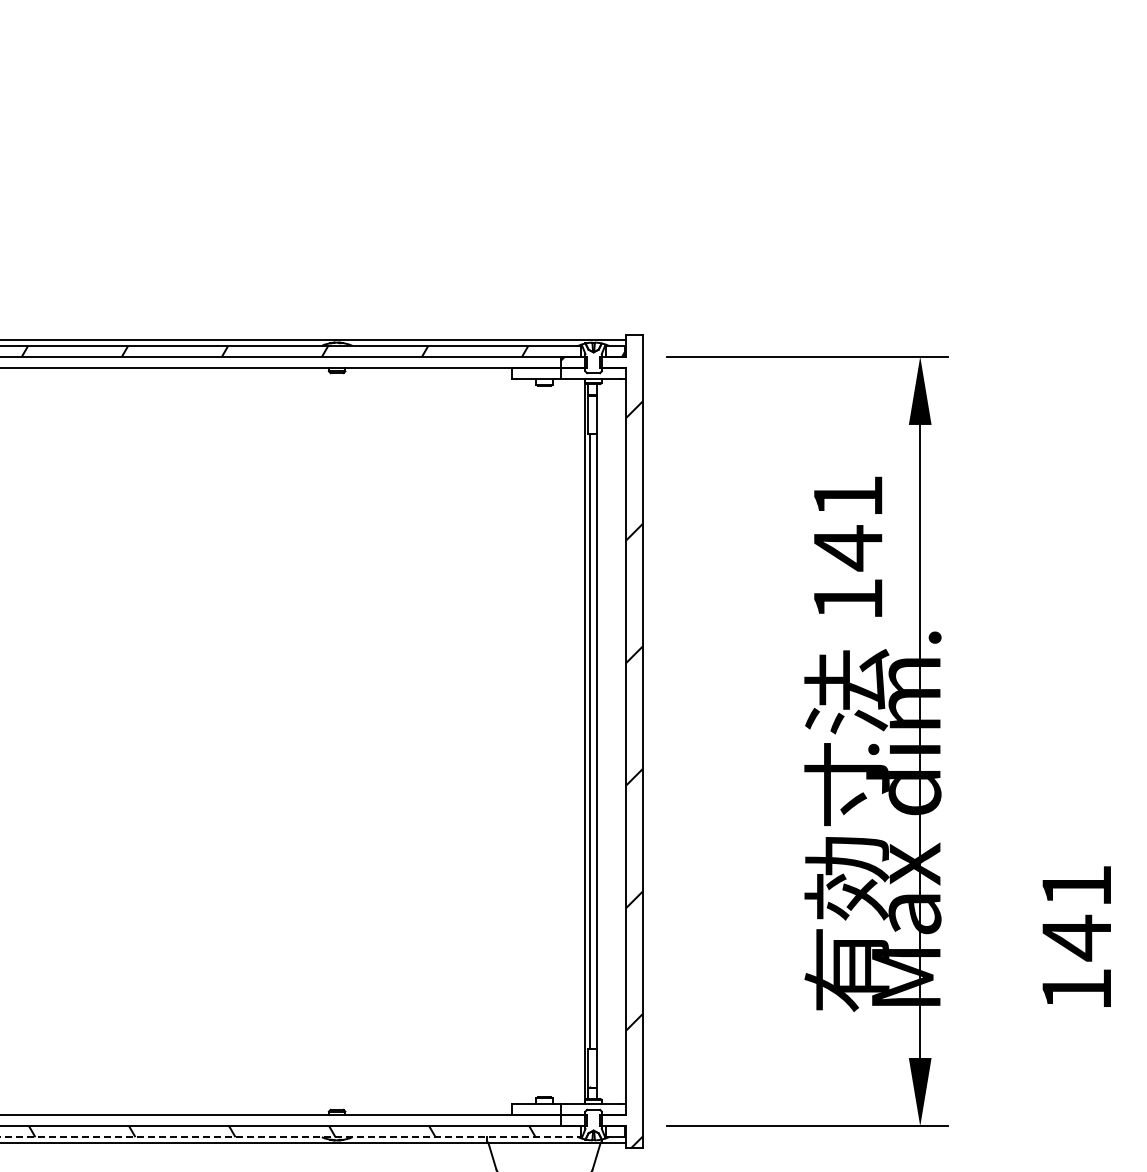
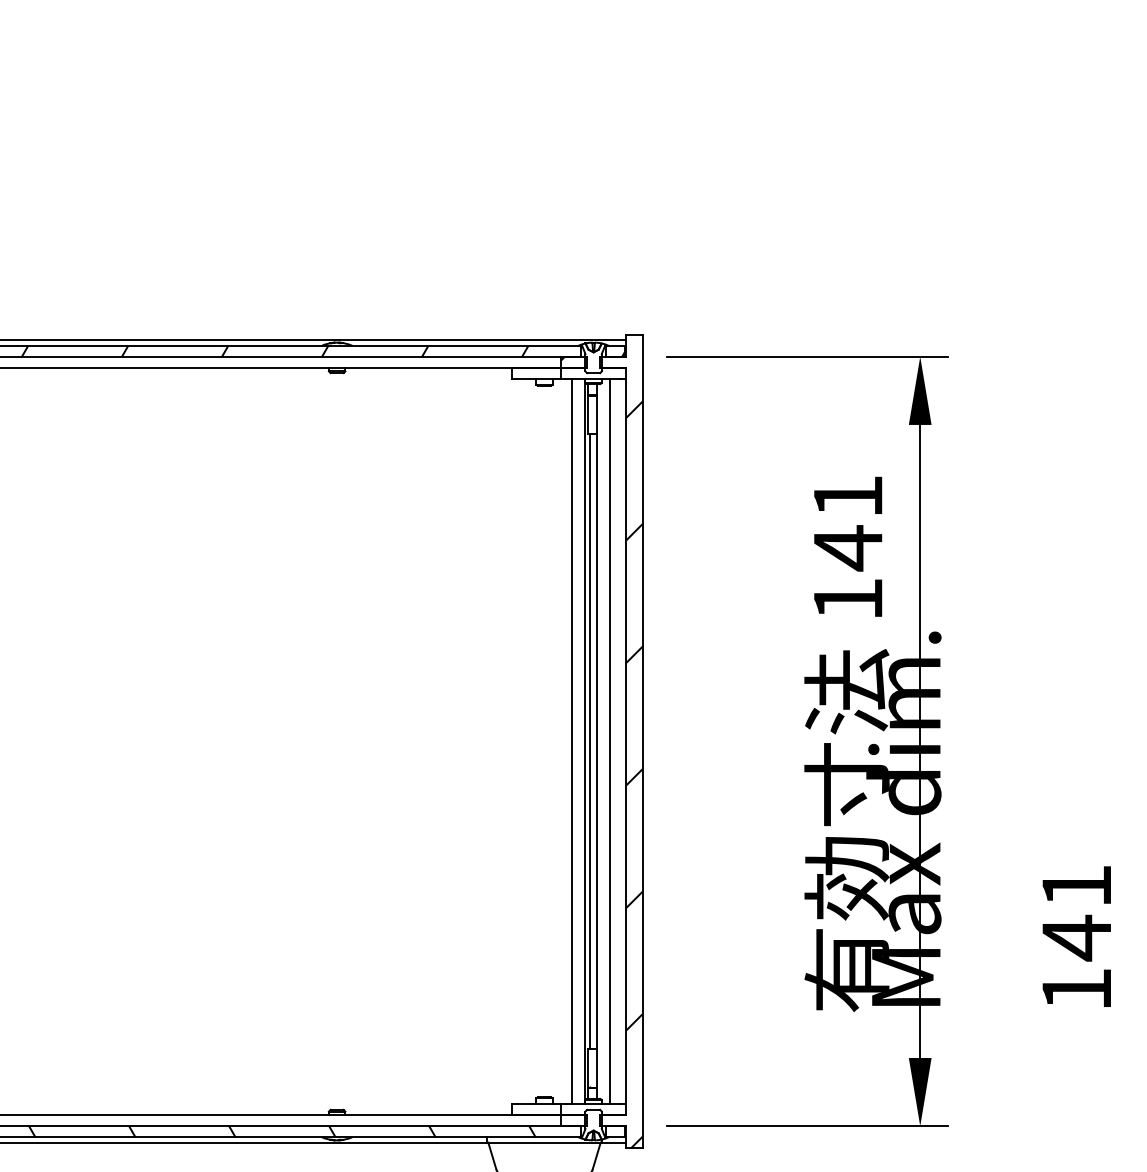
line at (571, 741): none -> present
line at (610, 741): none -> present
line at (291, 1137): dashed -> solid
